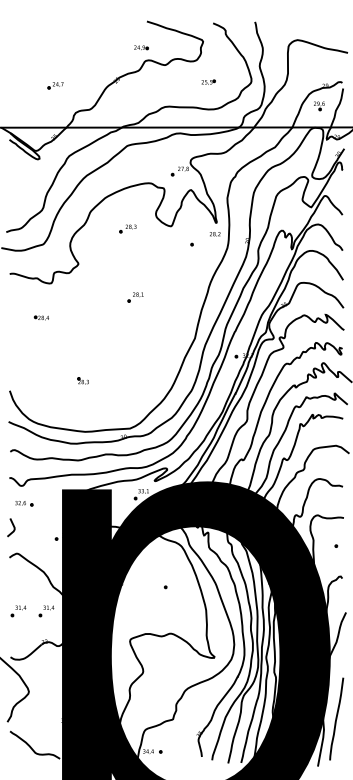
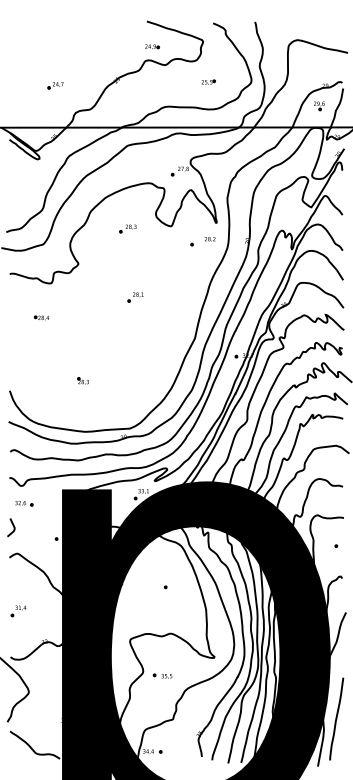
part at (141, 47) position: (141, 47) -> (152, 46)
text at (214, 234) position: (214, 234) -> (209, 239)
part at (46, 611): present -> none
part at (162, 675): none -> present
